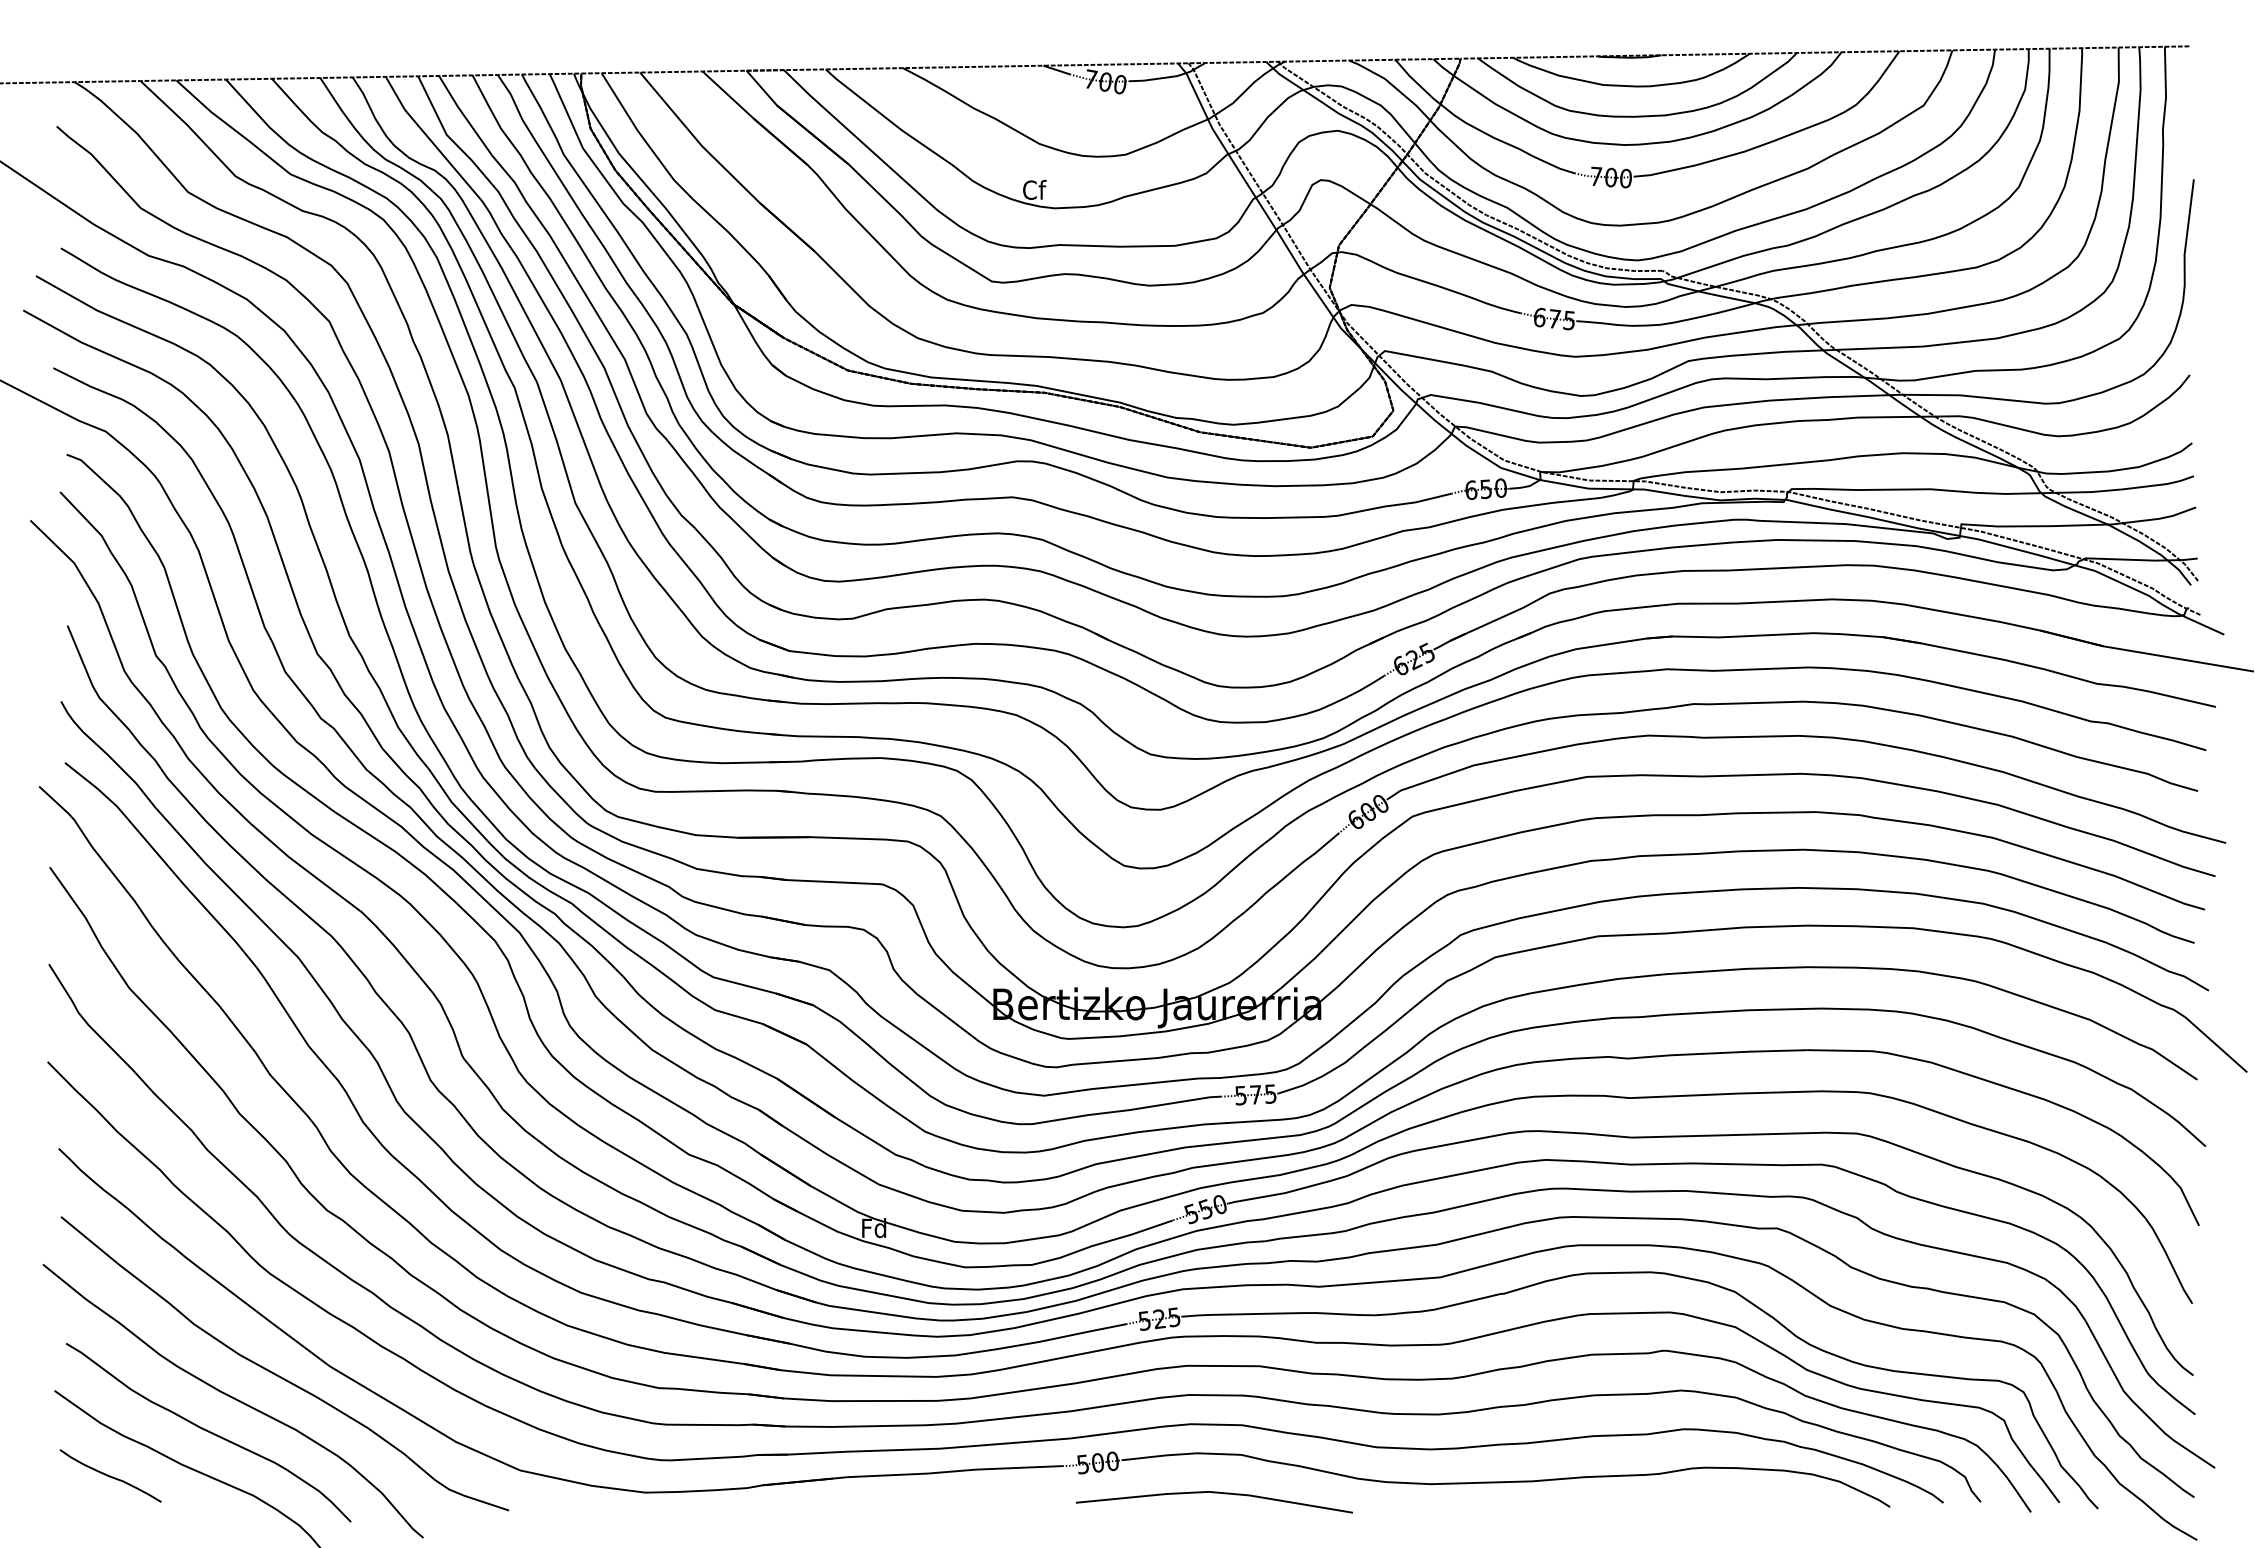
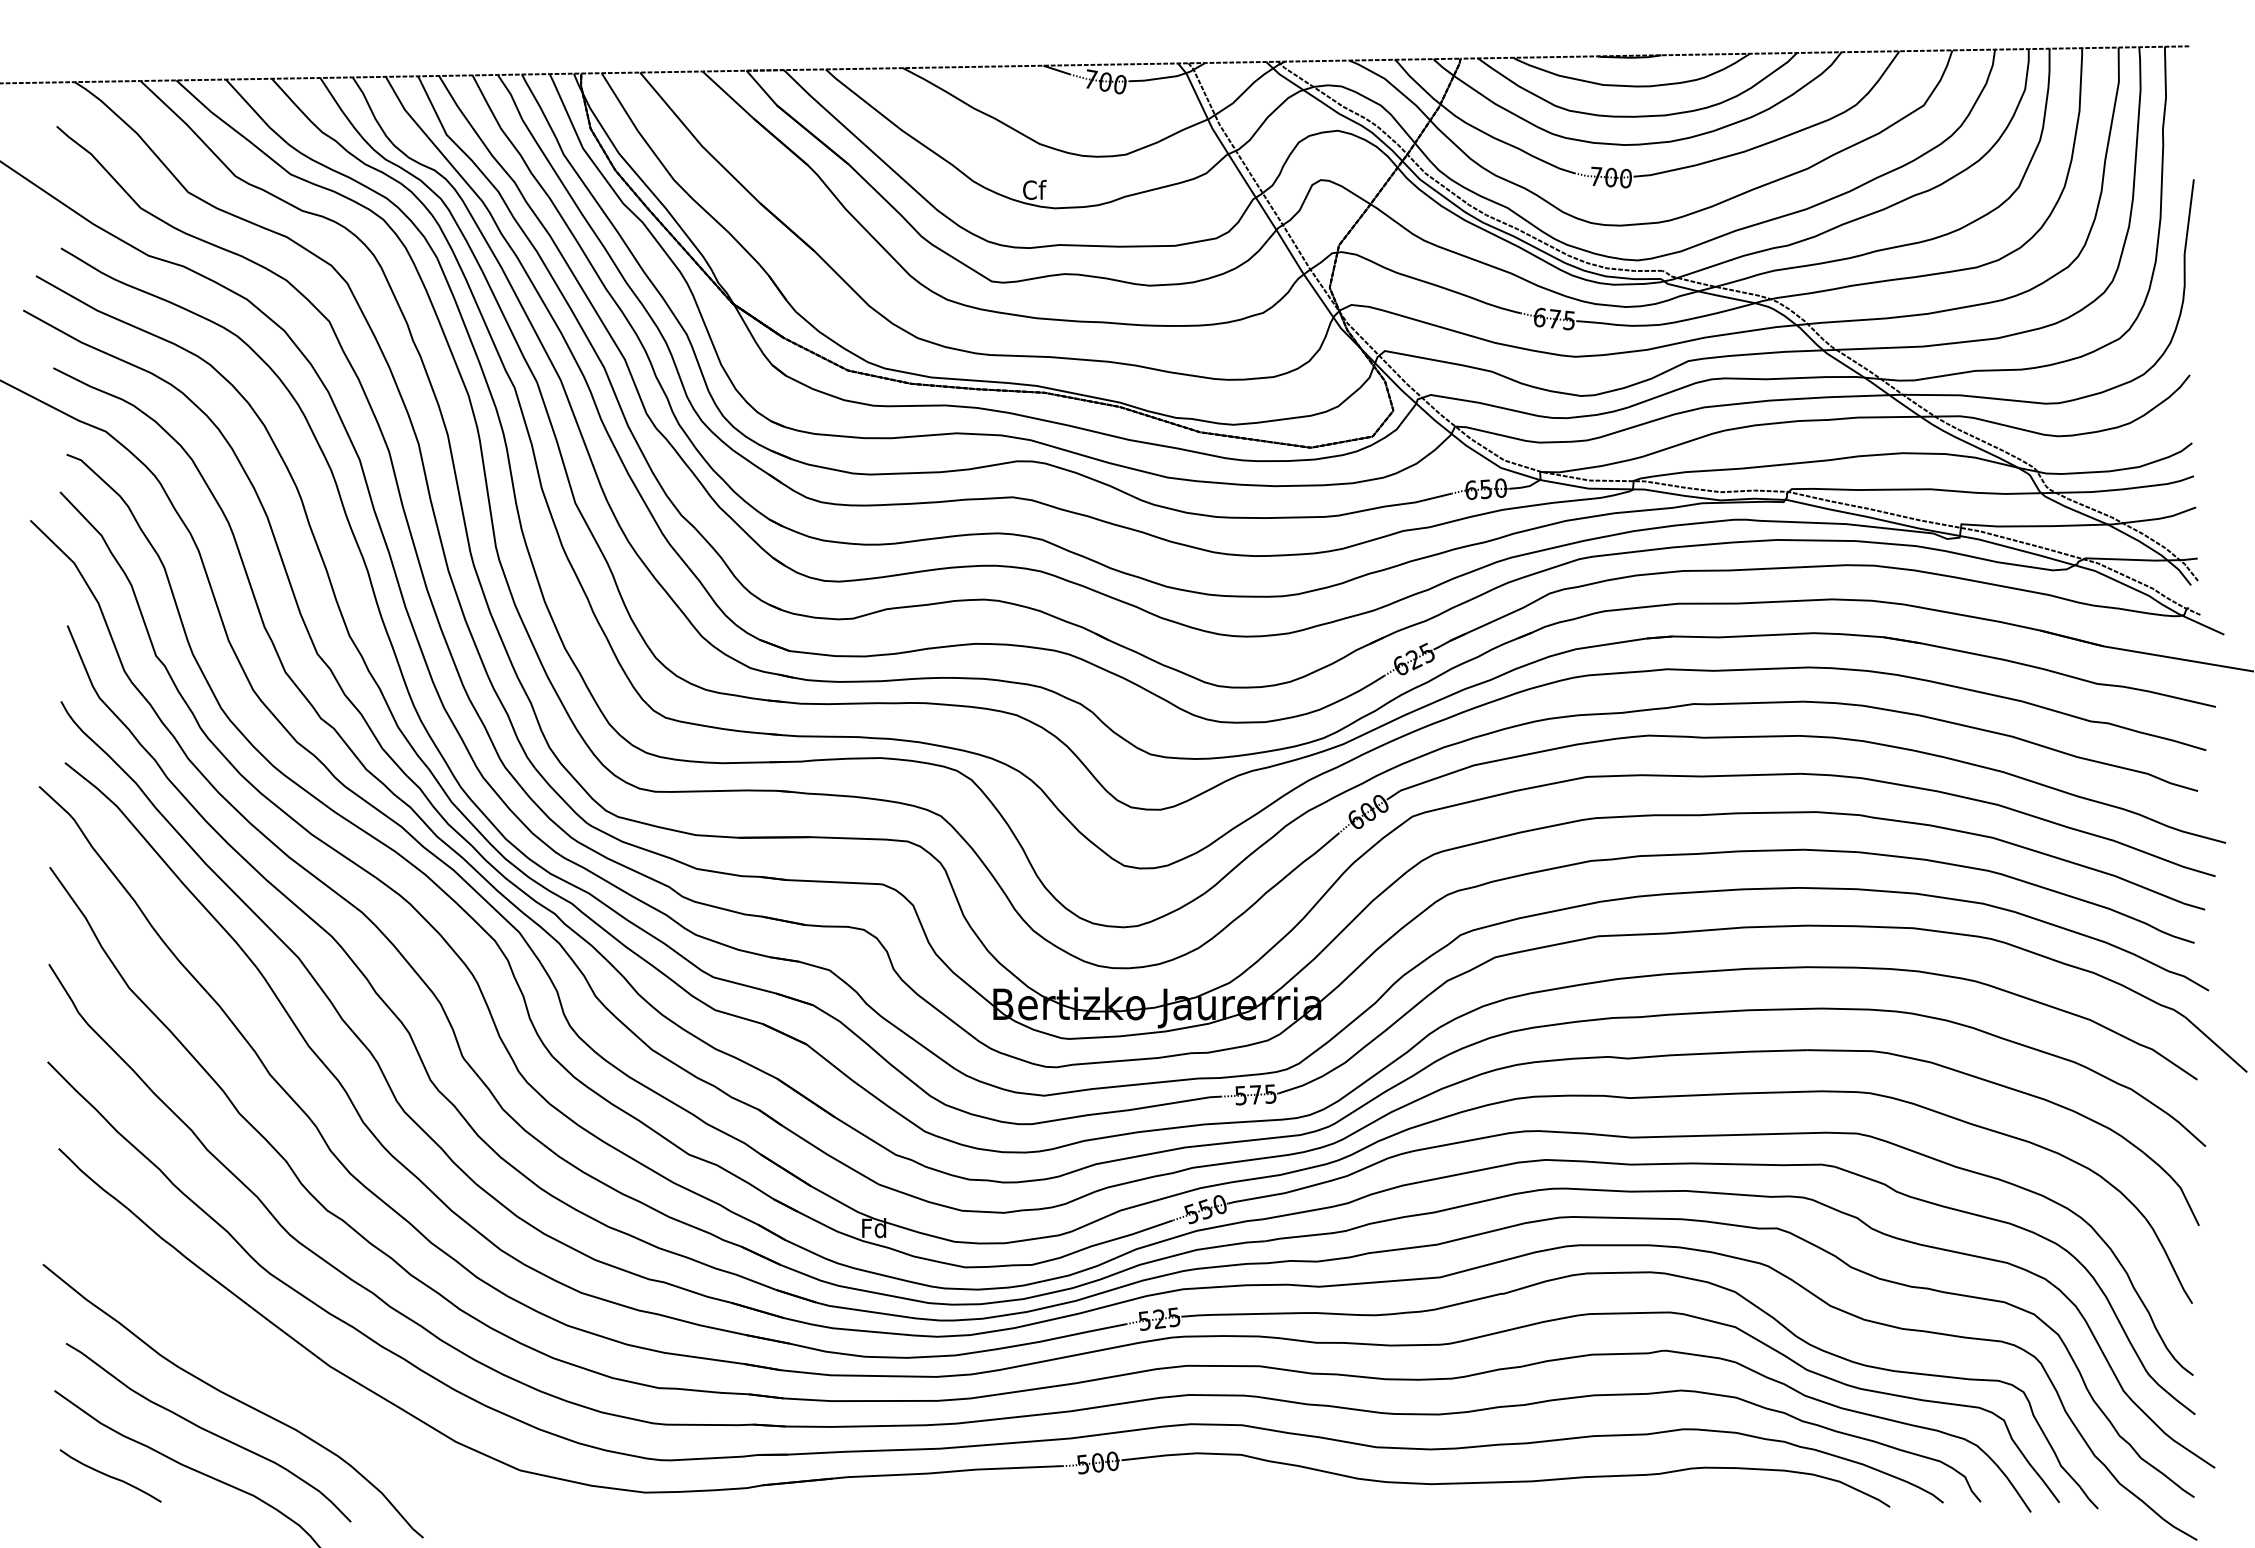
curve at (279, 1375): present -> none
line at (1213, 1493): present -> none
